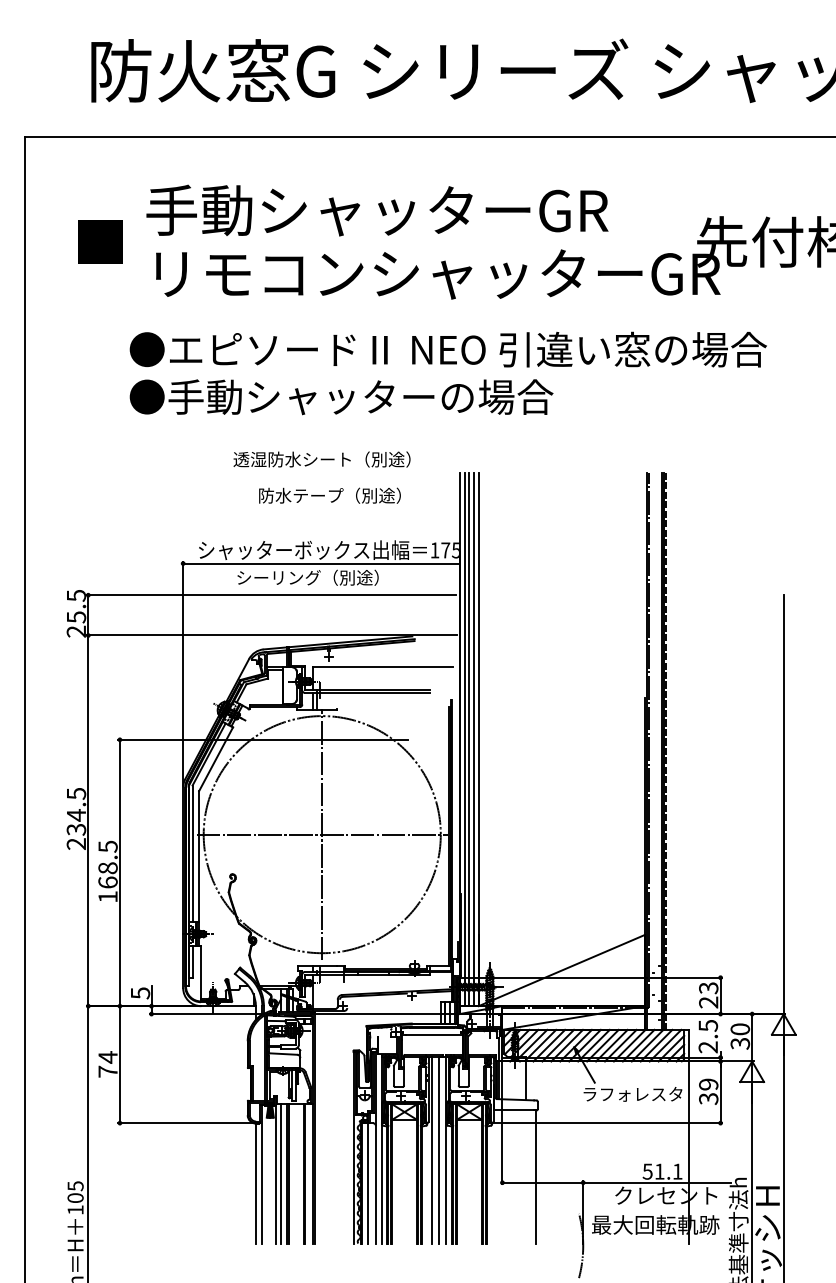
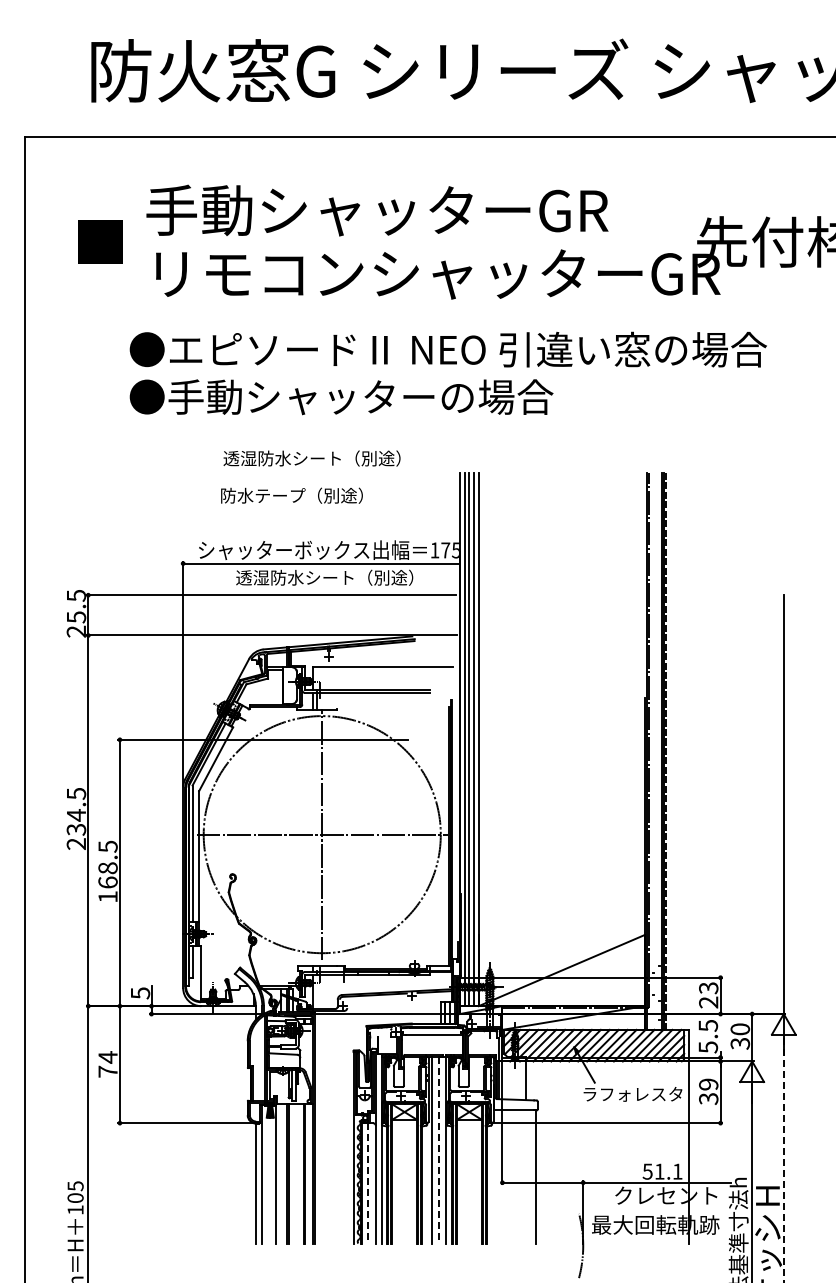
text at (321, 459) position: (321, 459) -> (311, 458)
text at (329, 495) position: (329, 495) -> (291, 495)
text at (324, 577): シーリング（別途） -> 透湿防水シート（別途）
text at (708, 1047): 2.5 -> 5.5
line at (438, 1150): solid -> dashed
line at (783, 1160): solid -> dashed
line at (281, 1173): present -> none
line at (368, 1183): solid -> dashed
